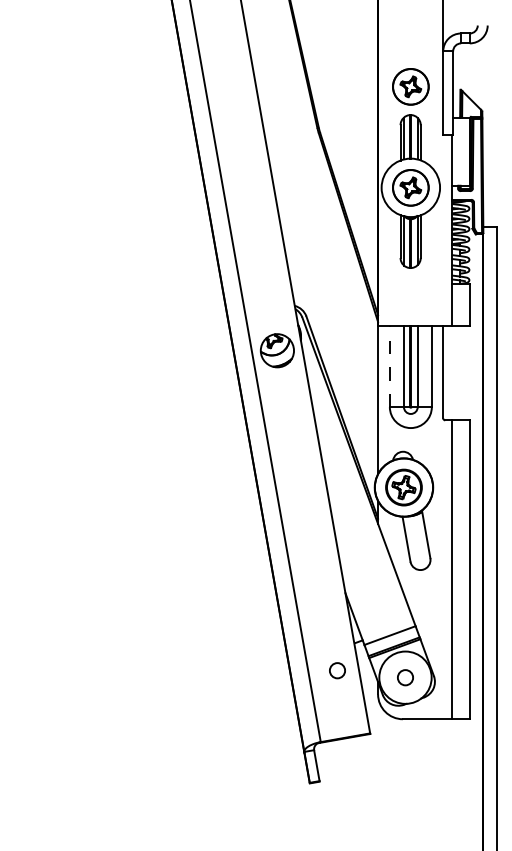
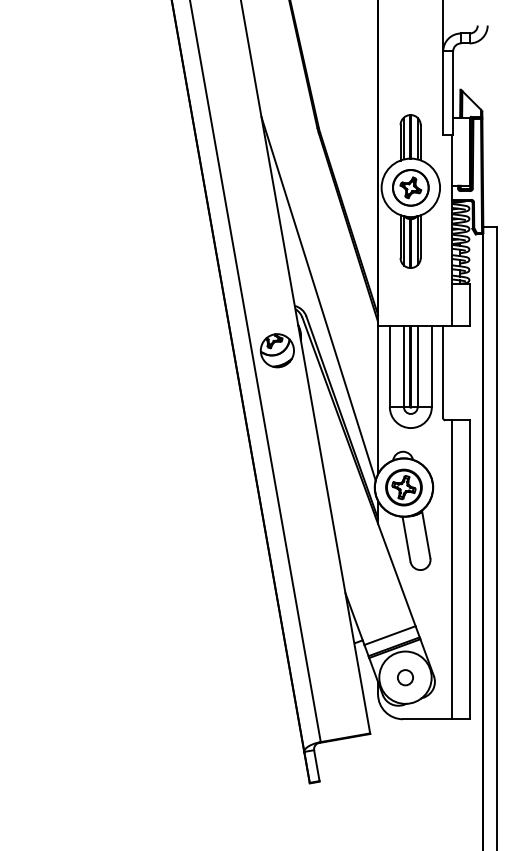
part at (410, 86): present -> none
line at (318, 298): none -> present
line at (389, 366): dashed -> solid
circle at (337, 670): present -> none
